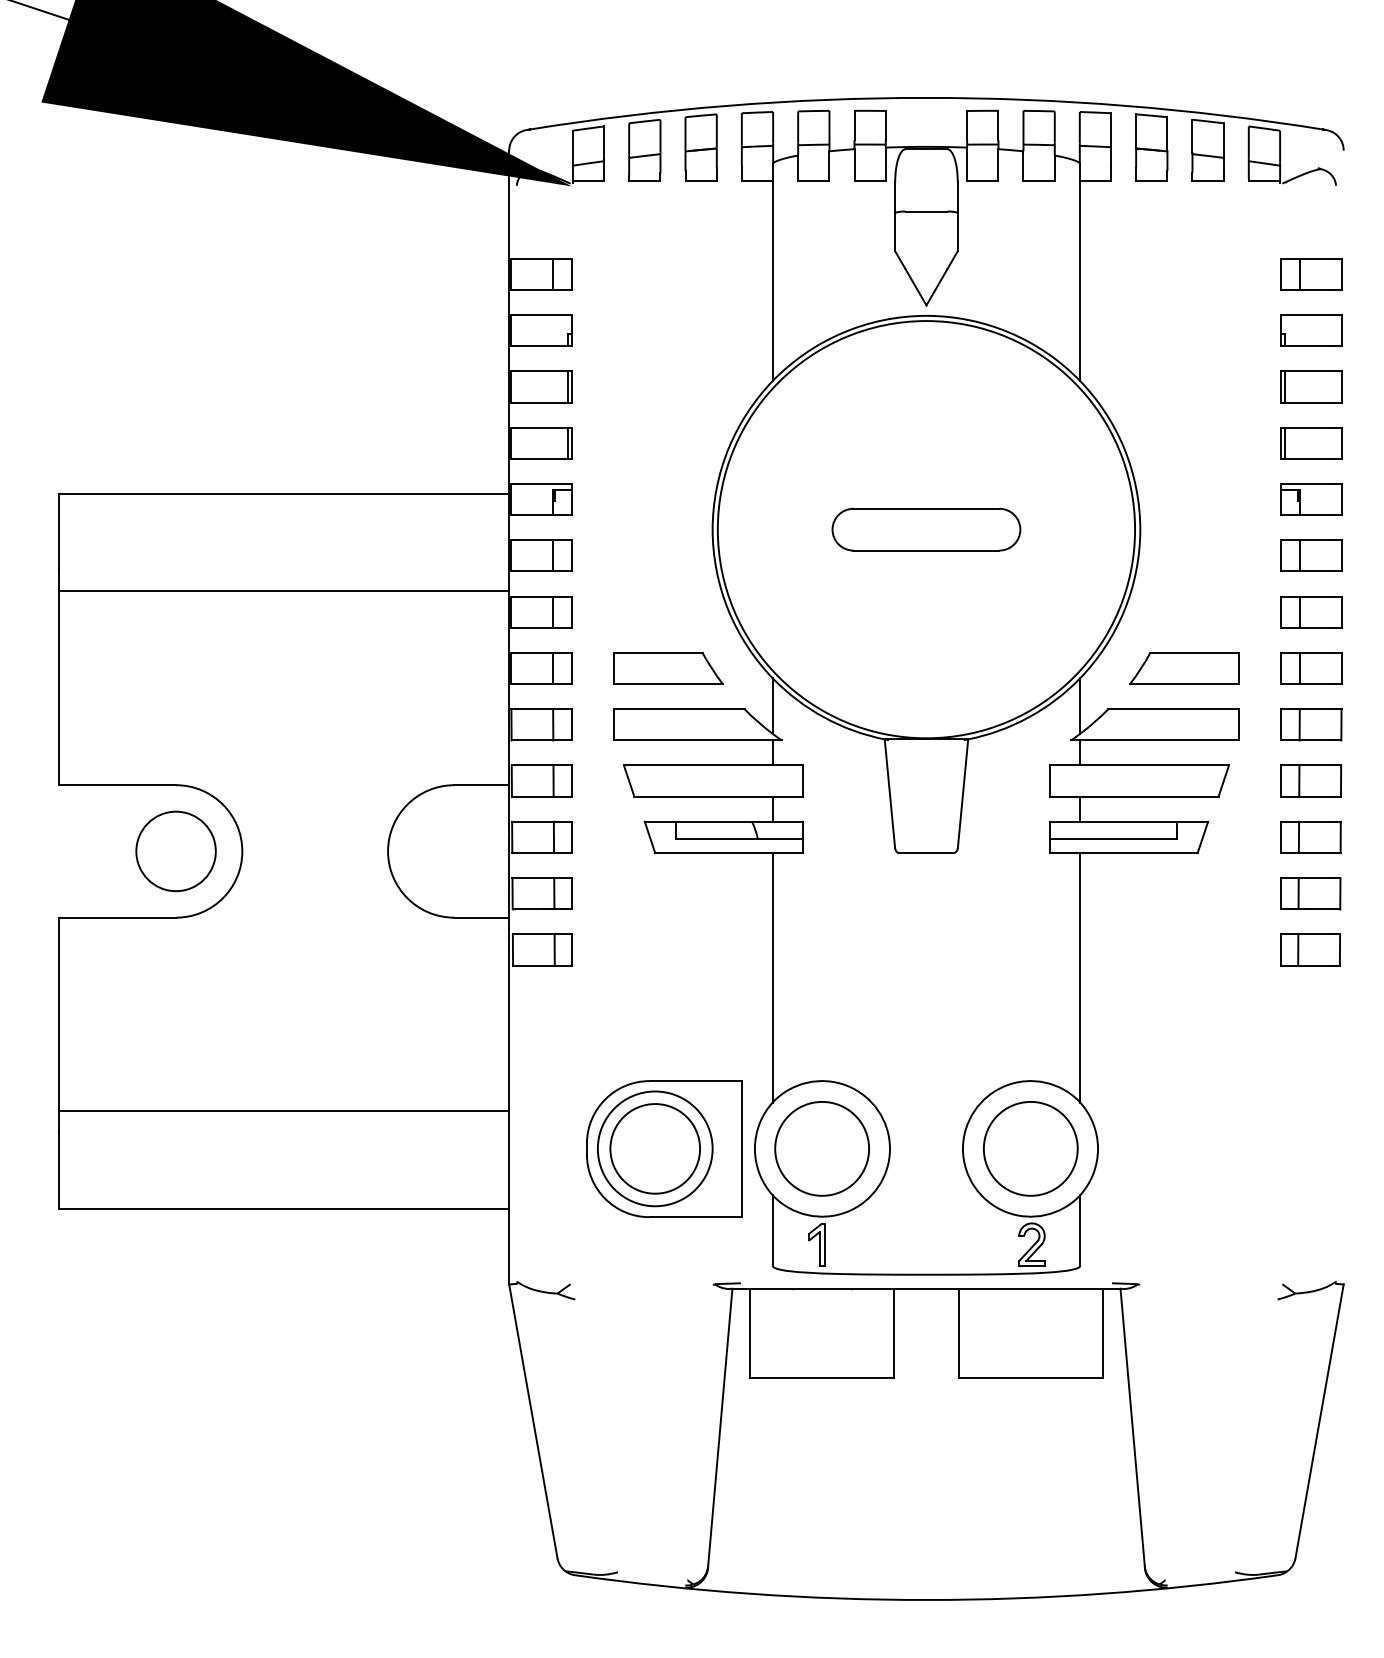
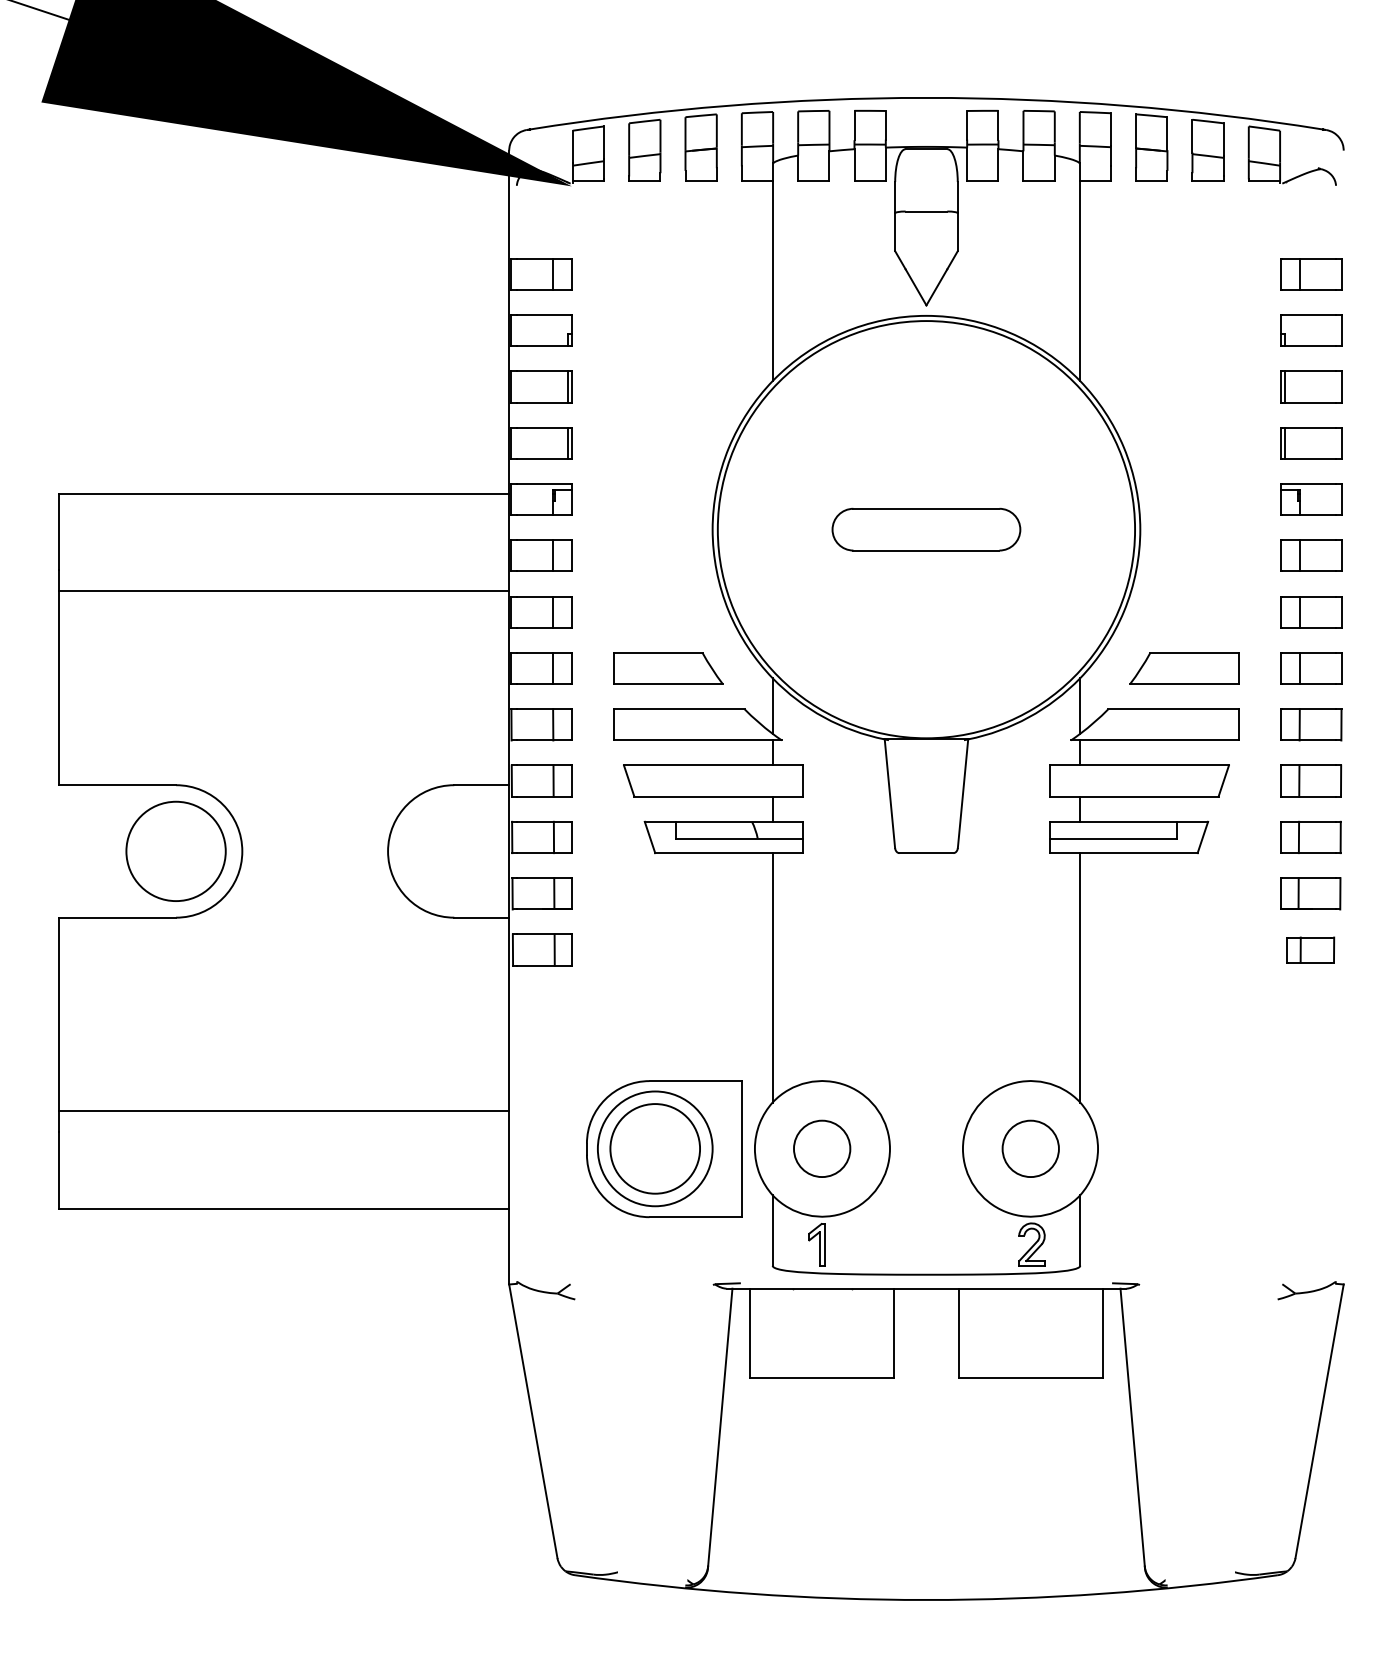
circle at (175, 851) diameter: 79 px -> 99 px
part at (1310, 949) size: 61x34 px -> 50x28 px
circle at (822, 1148) diameter: 94 px -> 56 px
circle at (1030, 1148) diameter: 94 px -> 56 px
